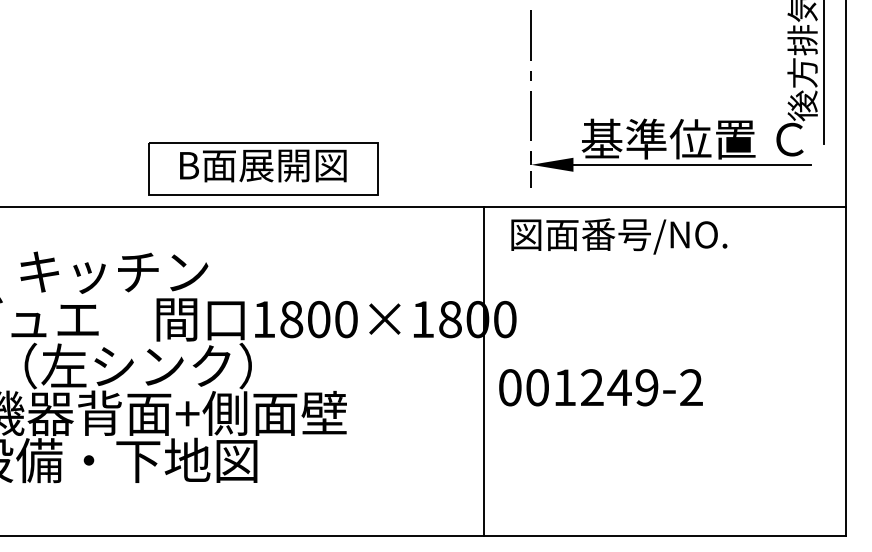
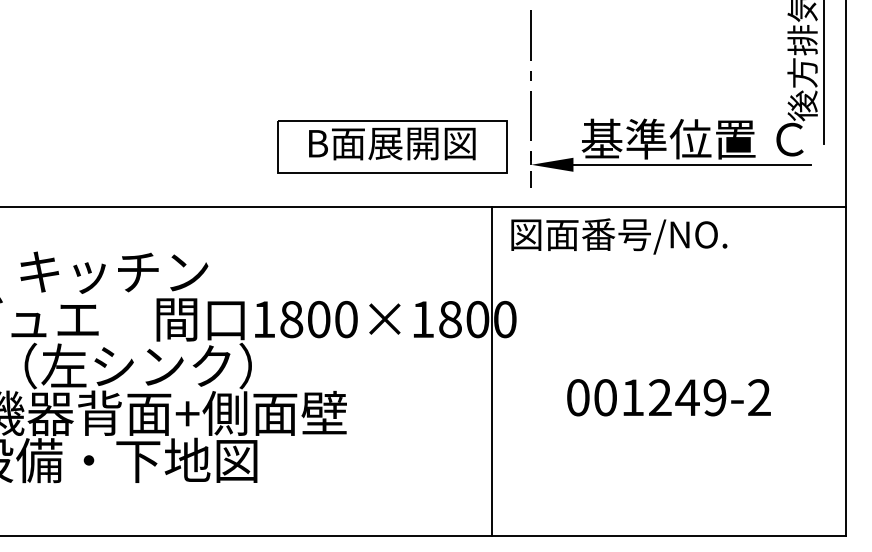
part at (263, 168) position: (263, 168) -> (392, 146)
line at (484, 371) position: (484, 371) -> (492, 371)
text at (600, 387) position: (600, 387) -> (668, 397)
